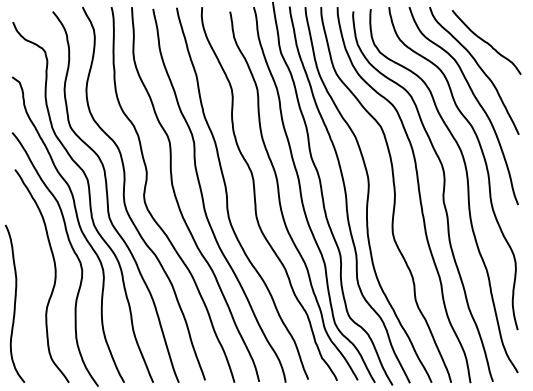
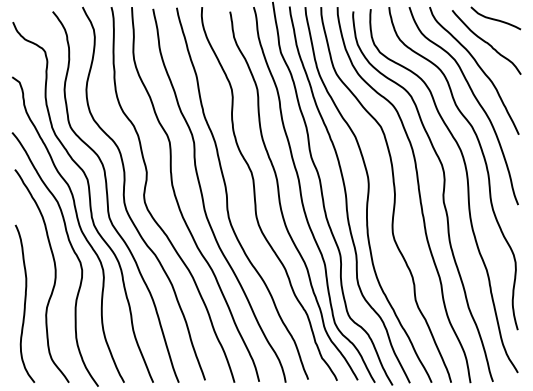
curve at (495, 18): none -> present
curve at (14, 303) position: (14, 303) -> (24, 303)
